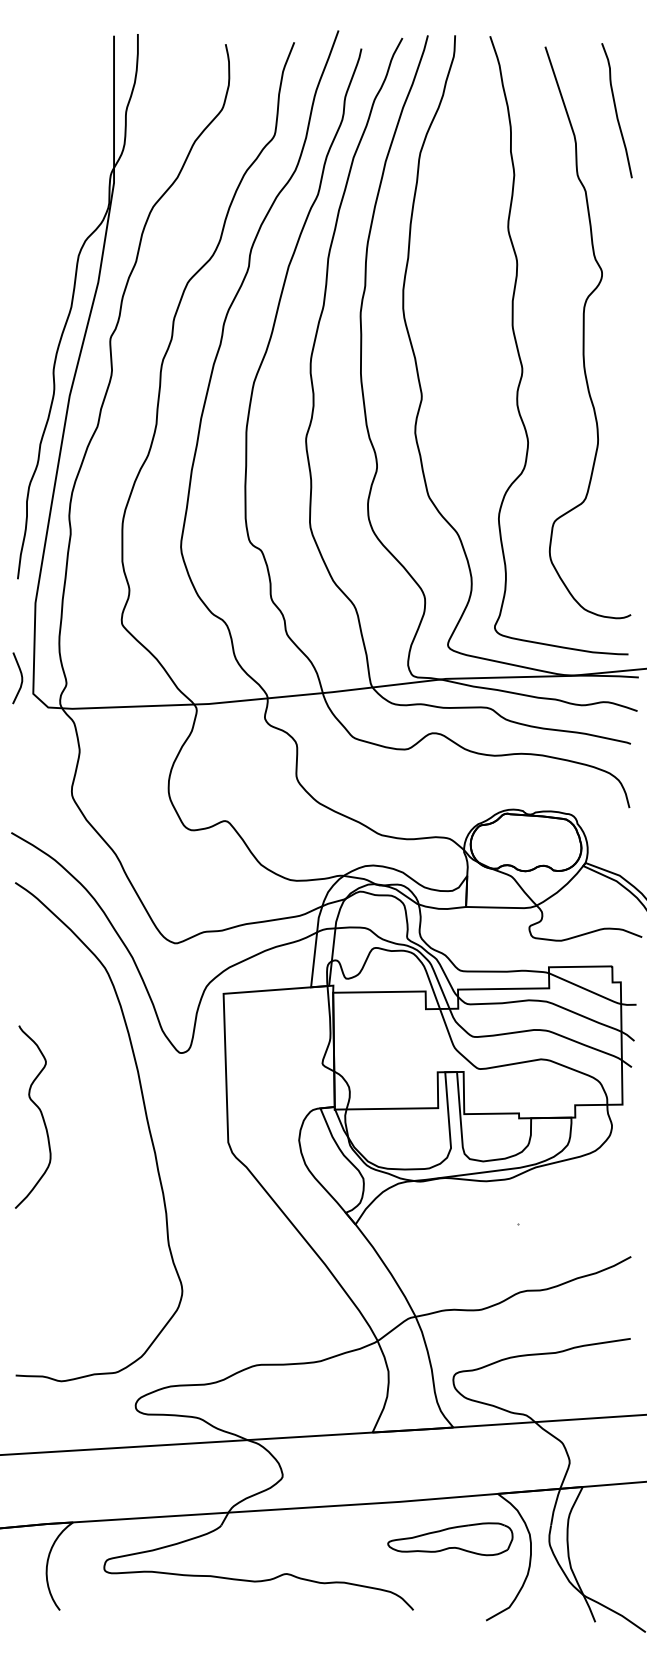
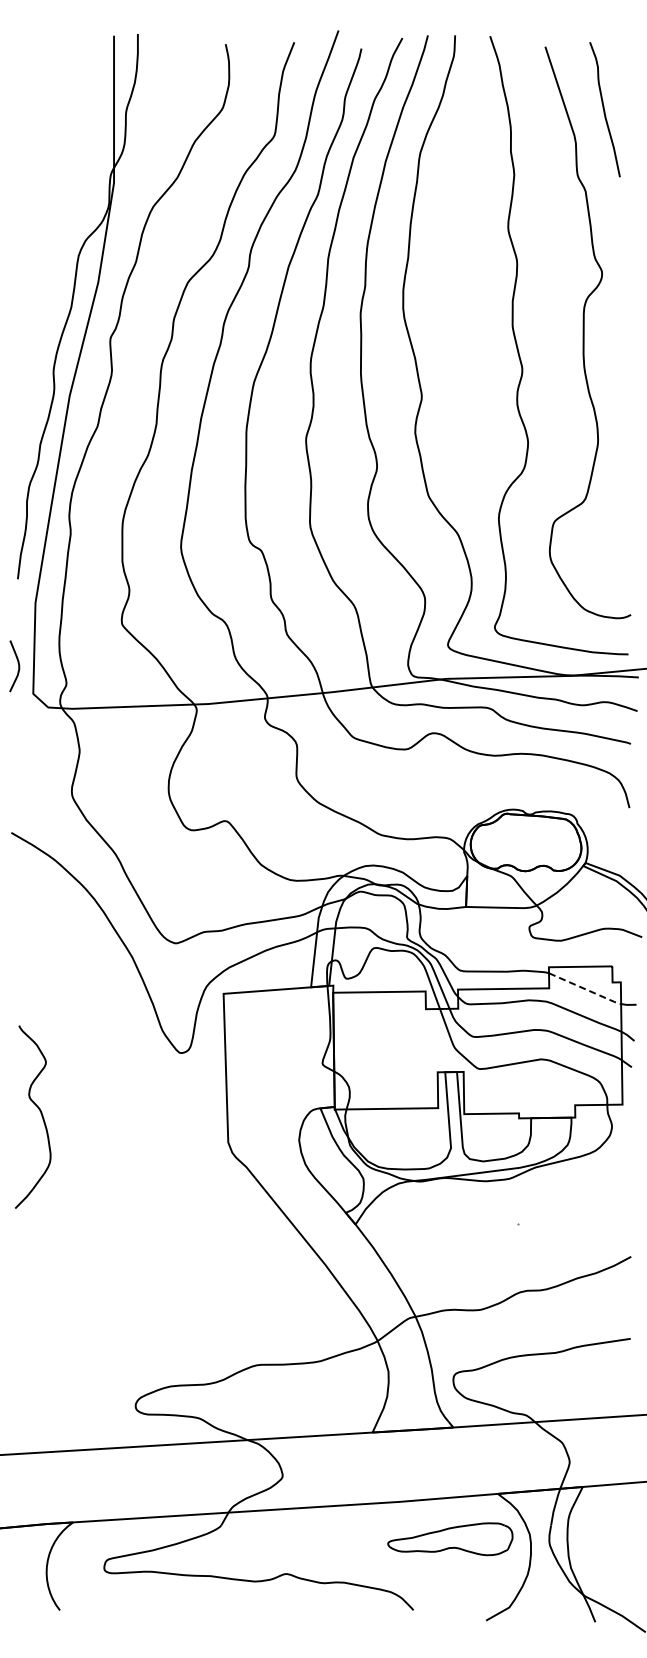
curve at (616, 110) position: (616, 110) -> (604, 109)
curve at (21, 678) position: (21, 678) -> (18, 666)
line at (586, 989): solid -> dashed
curve at (146, 1121): present -> none
